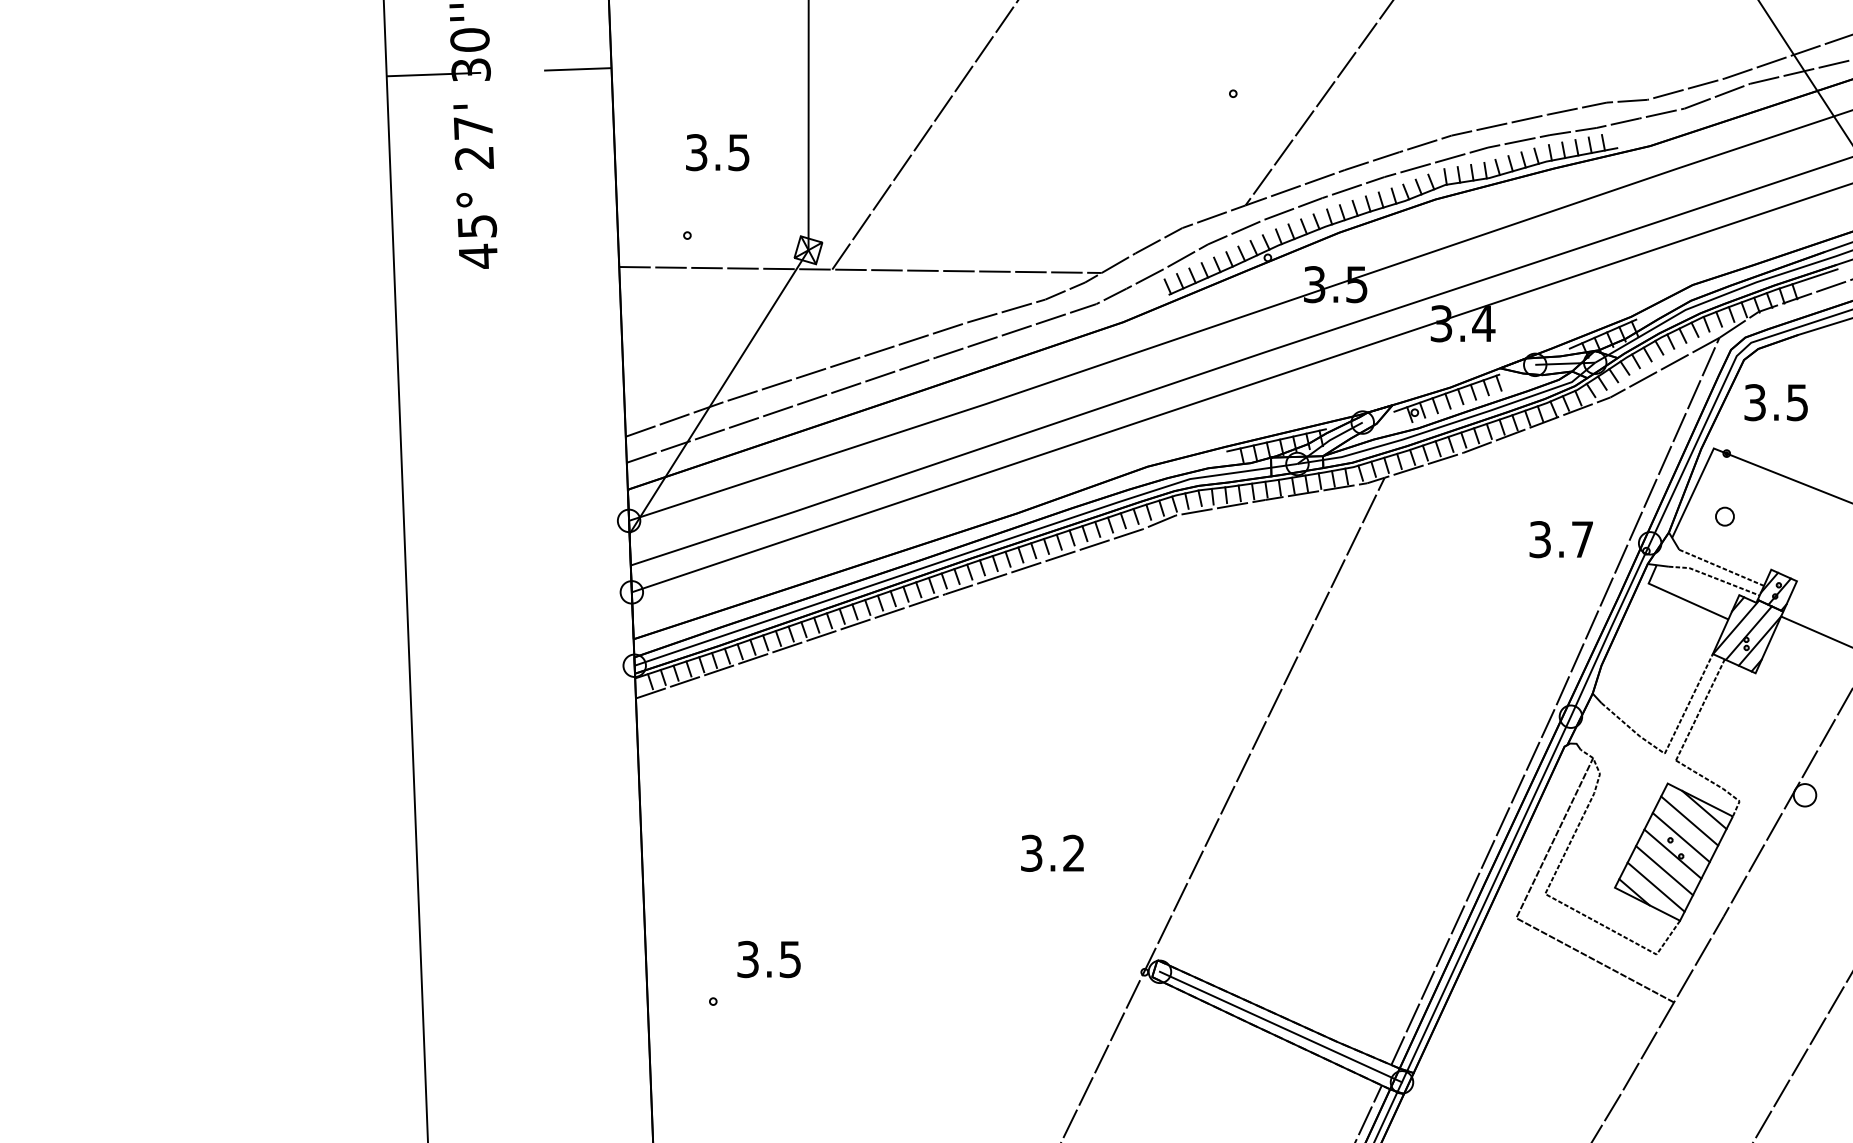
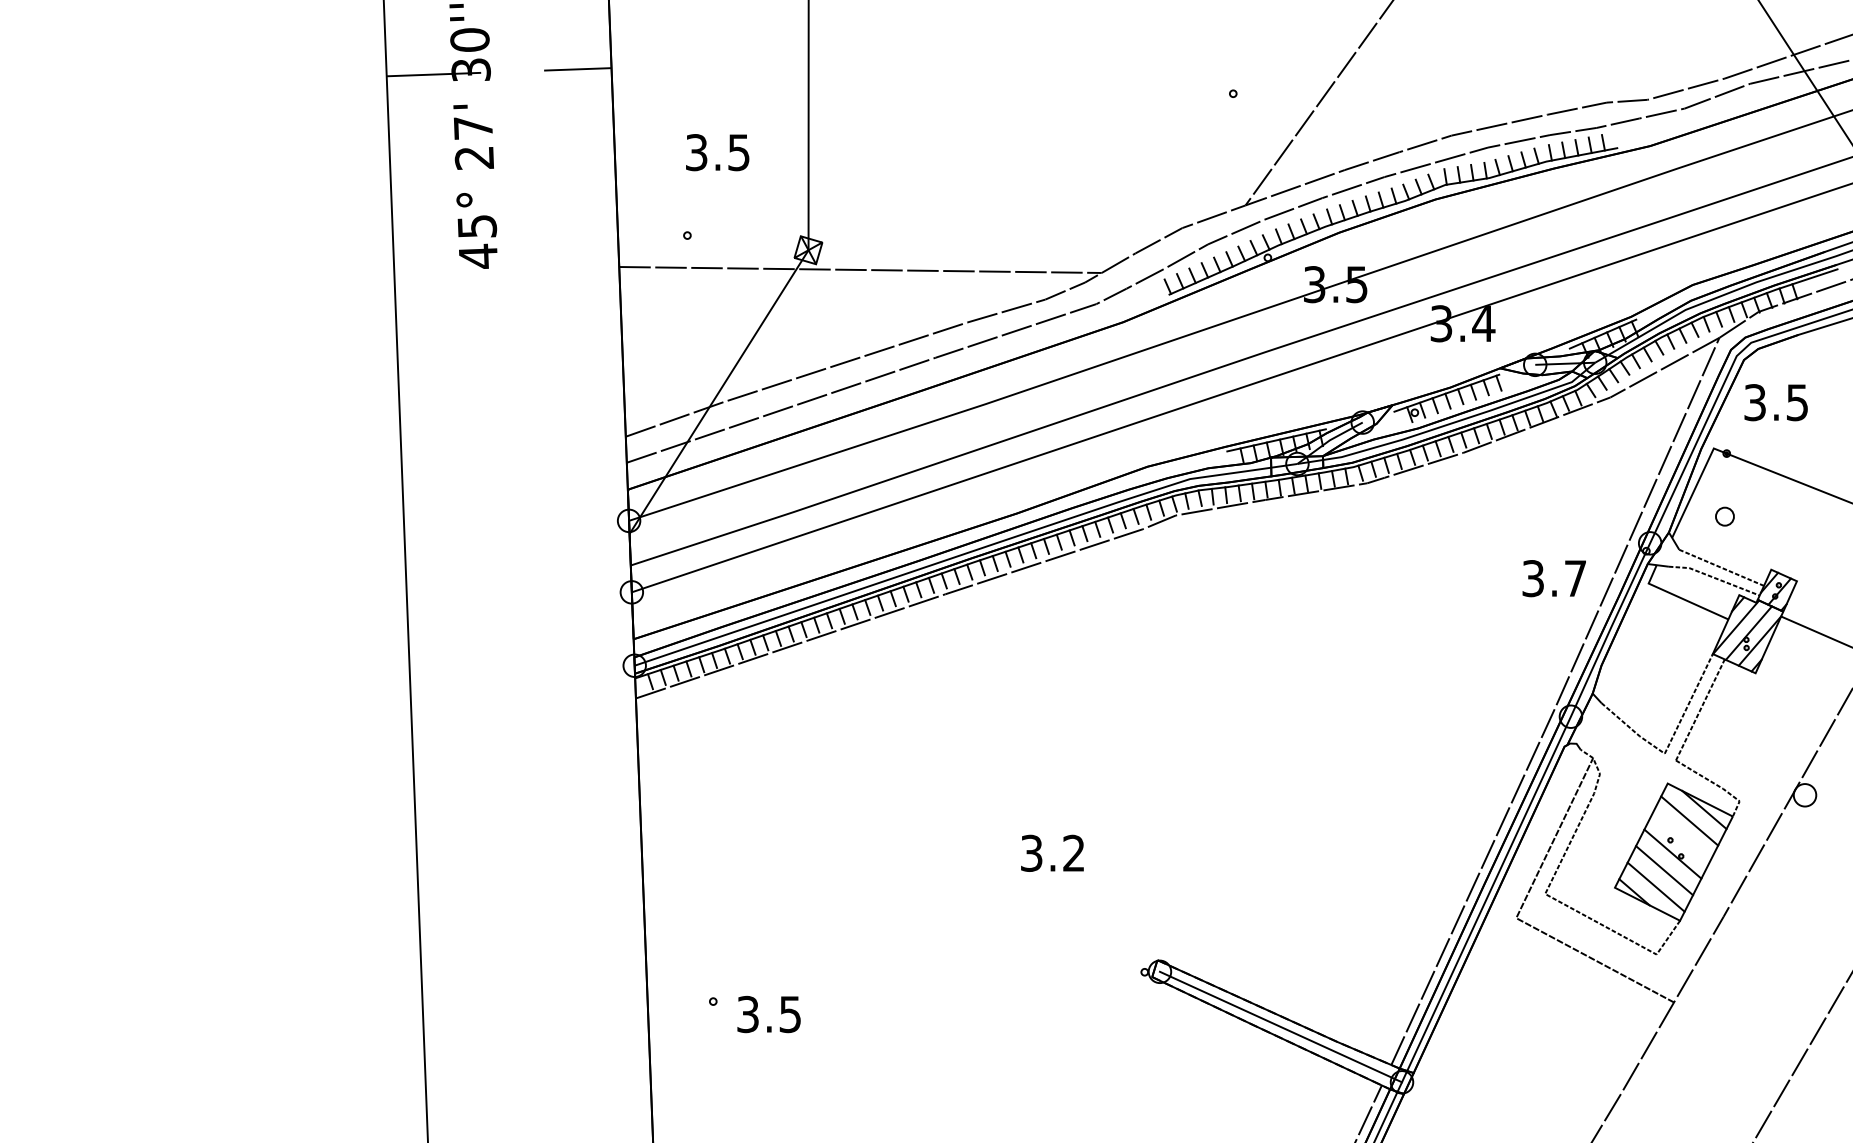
line at (924, 135): present -> none
text at (1560, 539) position: (1560, 539) -> (1553, 578)
line at (1223, 808): present -> none
line at (1680, 837): present -> none
text at (768, 959) position: (768, 959) -> (768, 1014)
